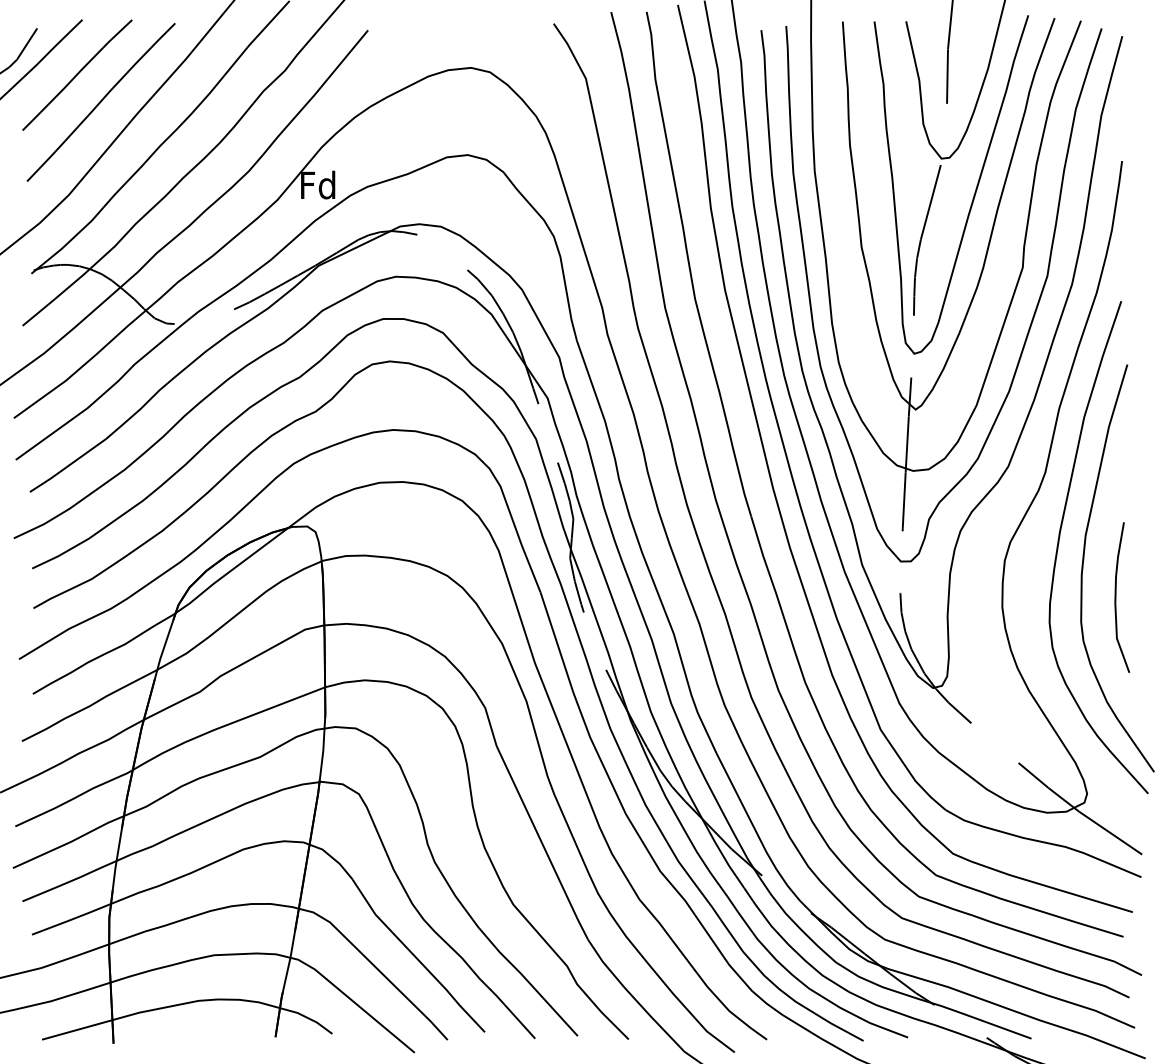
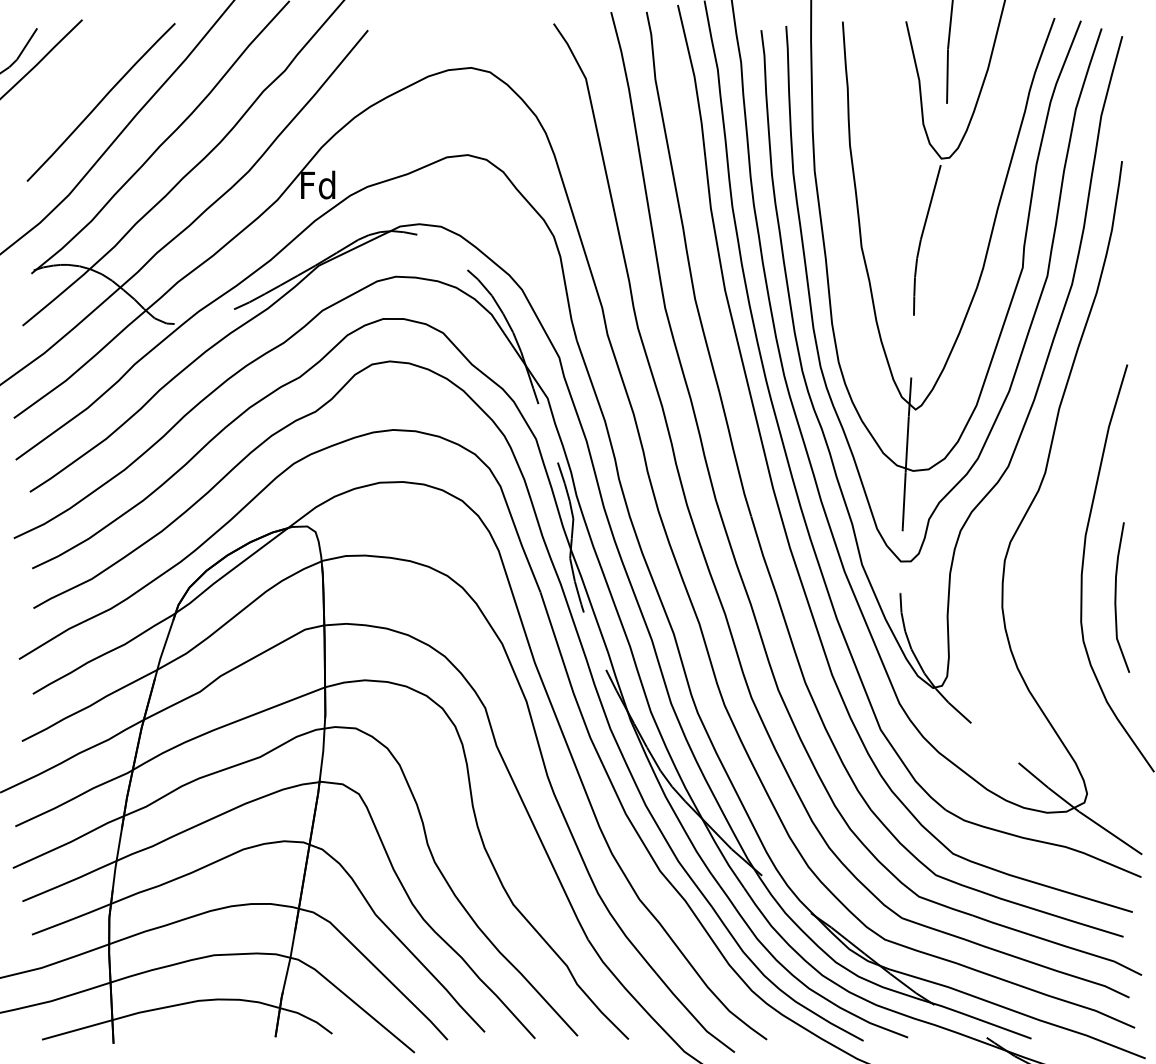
curve at (77, 74): present -> none
curve at (974, 192): present -> none
curve at (1059, 543): present -> none
